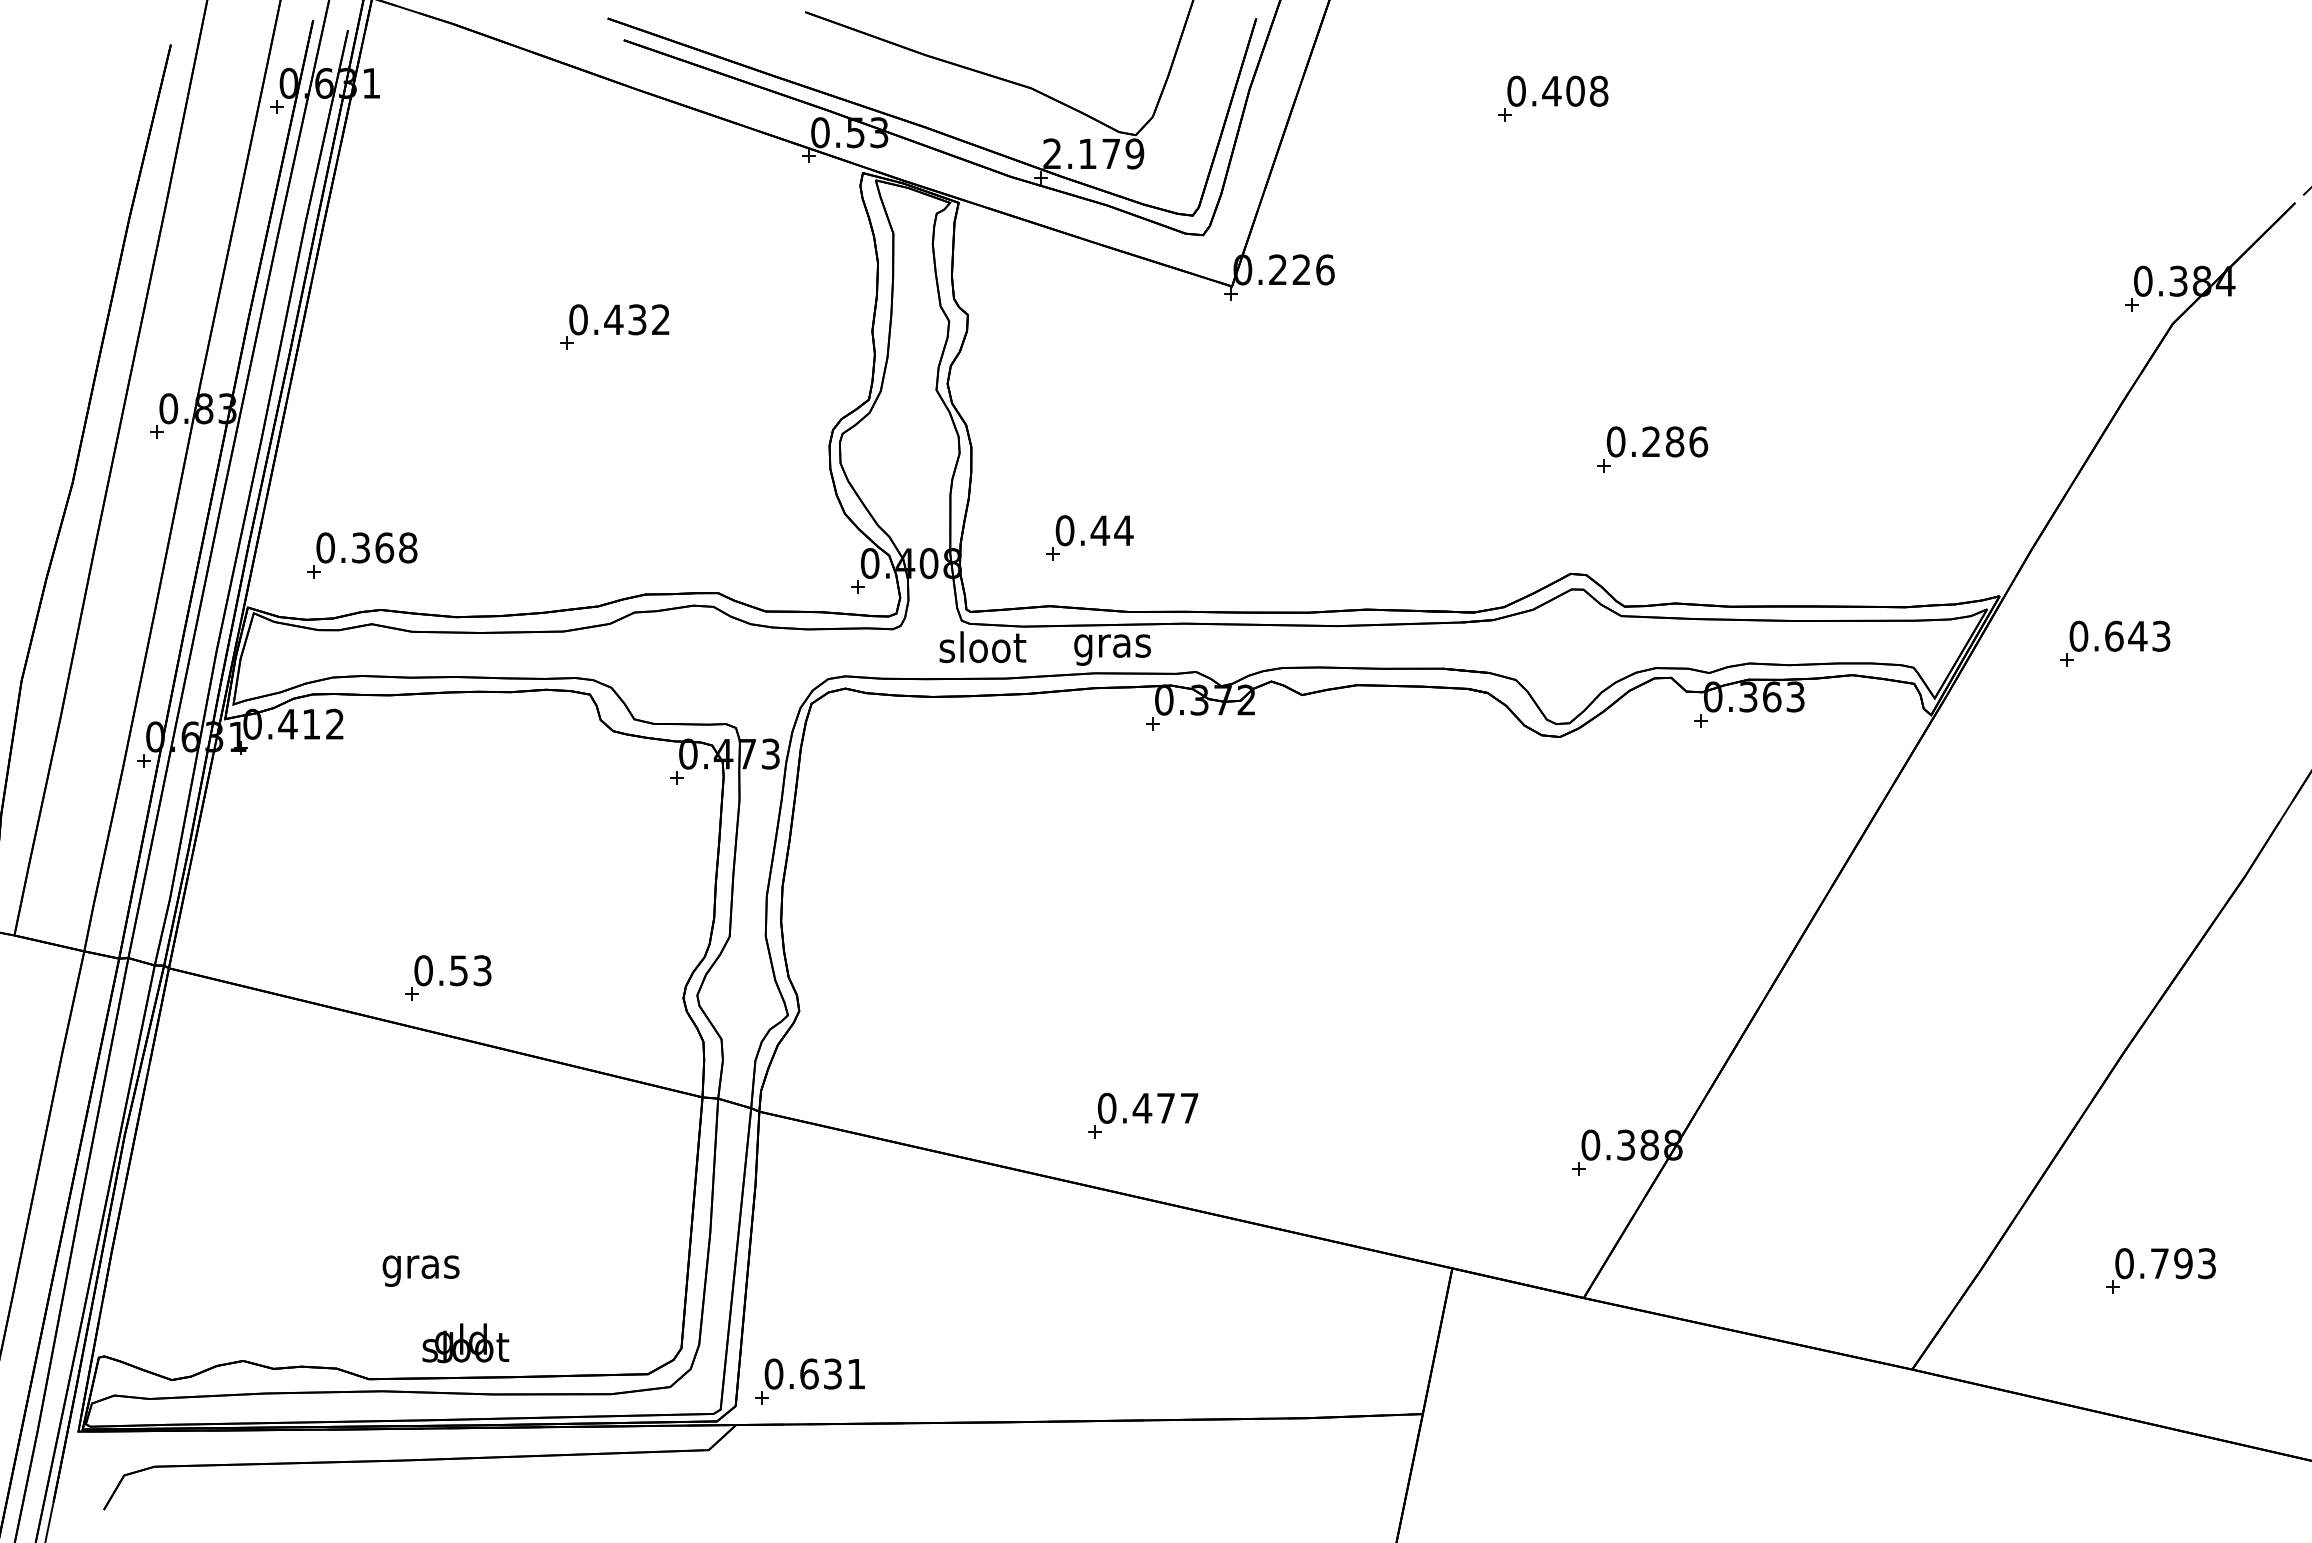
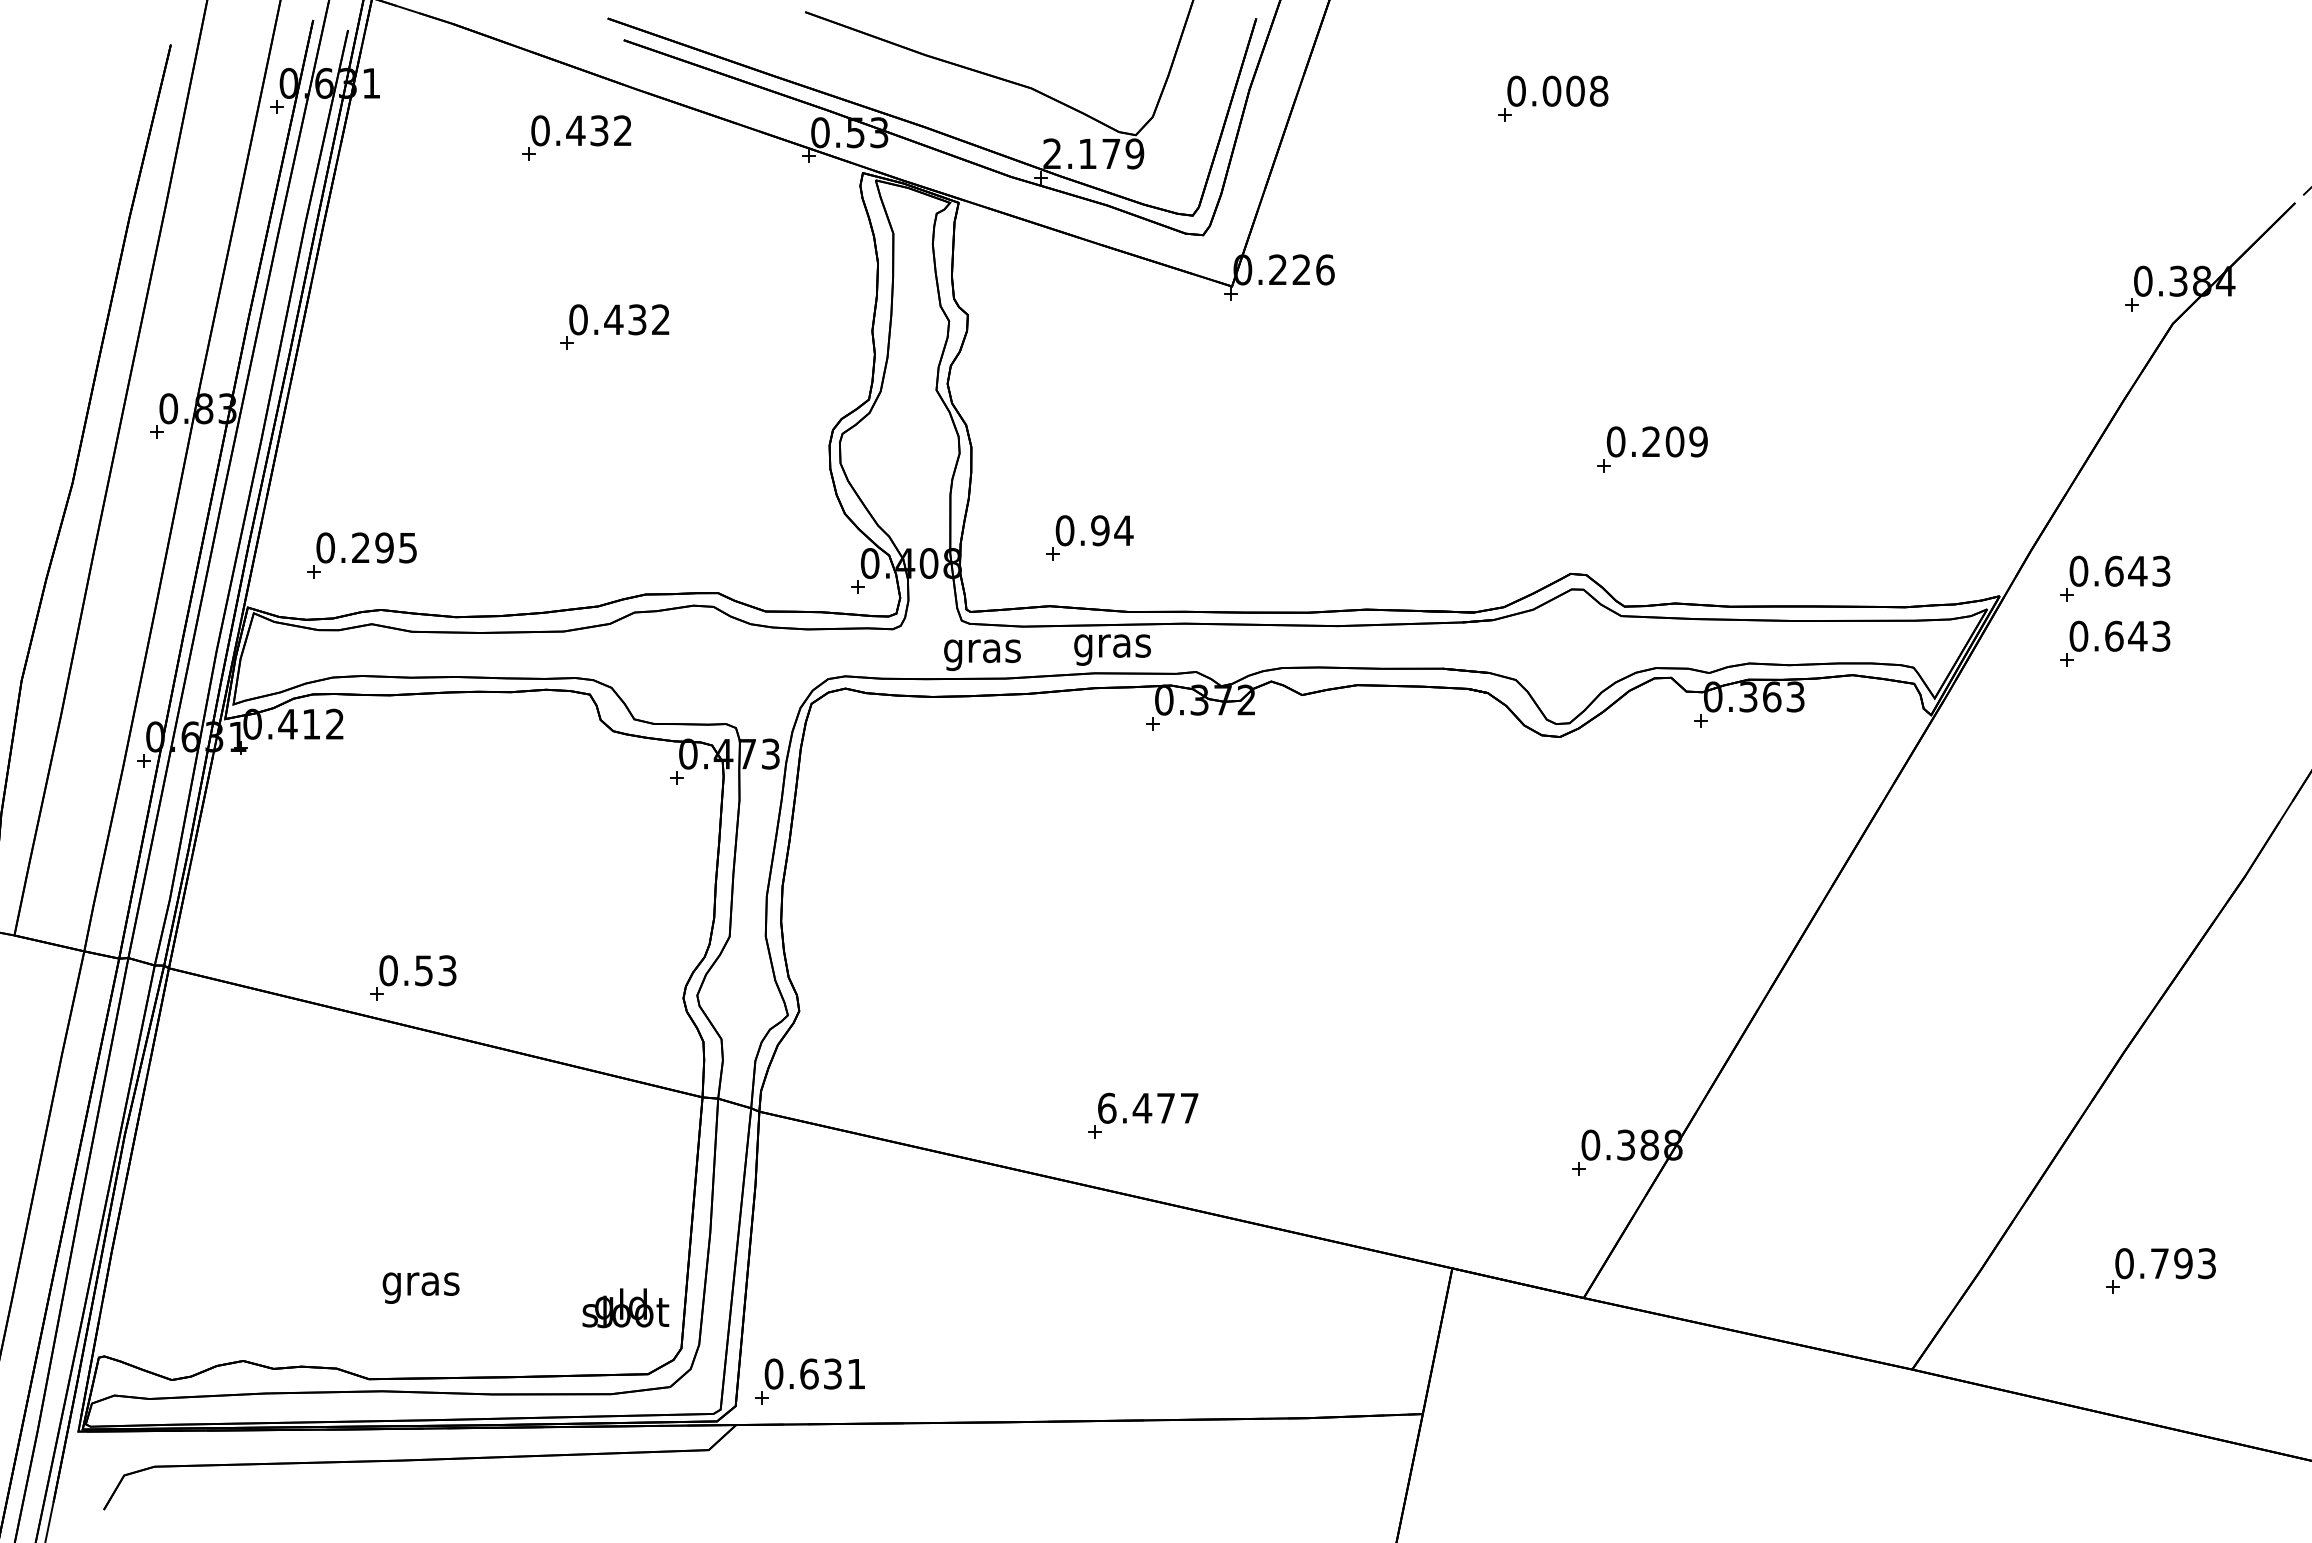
text at (1551, 90): 0.408 -> 0.008
part at (576, 137): none -> present
text at (1686, 441): 0.286 -> 0.209
text at (1100, 530): 0.44 -> 0.94
text at (384, 547): 0.368 -> 0.295
part at (2115, 578): none -> present
text at (982, 651): sloot -> gras
part at (448, 977) position: (448, 977) -> (413, 977)
text at (1106, 1107): 0.477 -> 6.477
text at (420, 1270) position: (420, 1270) -> (420, 1287)
text at (465, 1343) position: (465, 1343) -> (625, 1308)
